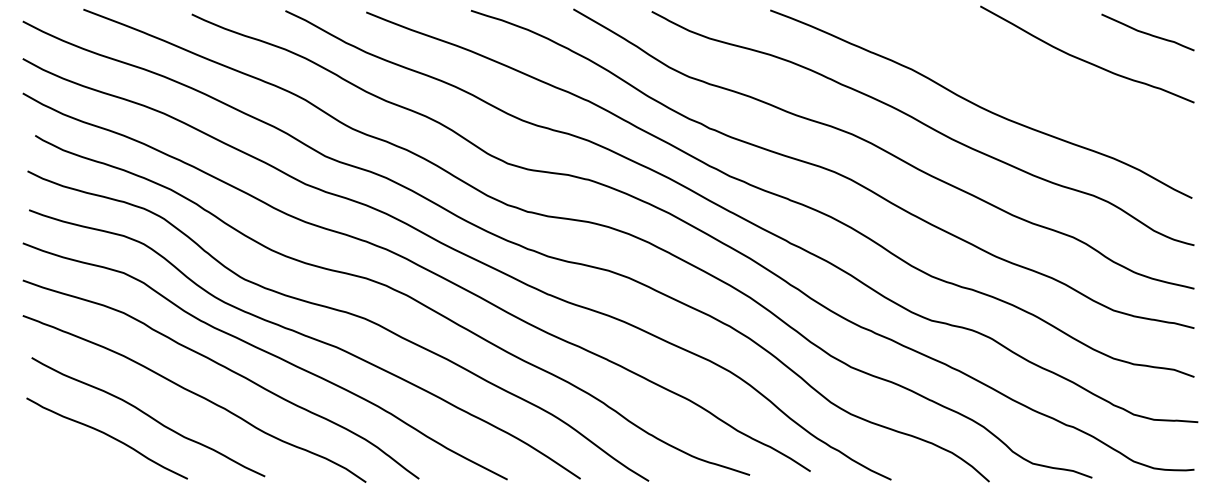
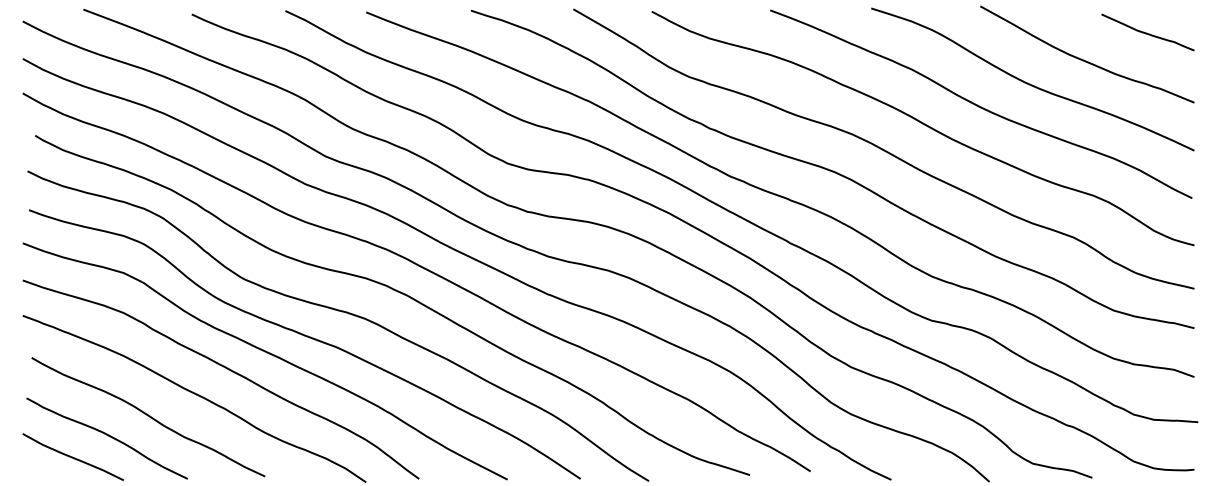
curve at (1030, 83): none -> present
curve at (72, 456): none -> present
